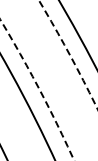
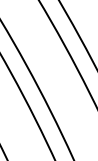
arc at (69, 54): dashed -> solid
arc at (38, 88): dashed -> solid
